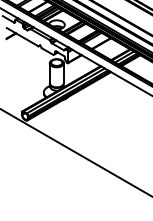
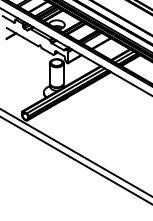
line at (75, 159): none -> present
